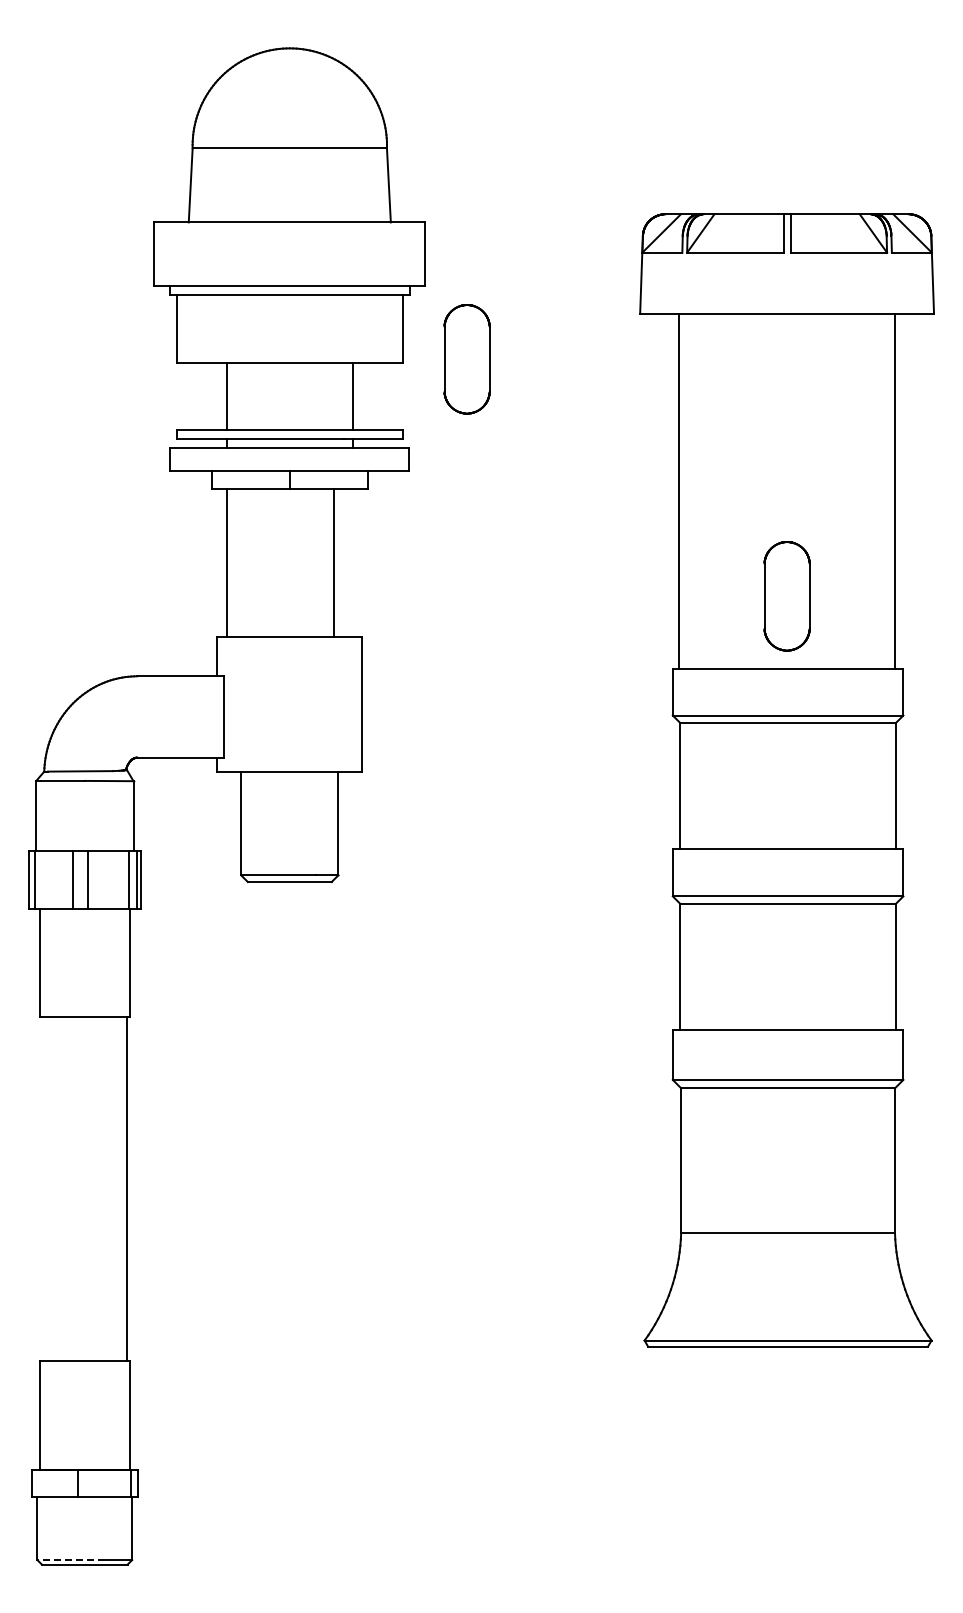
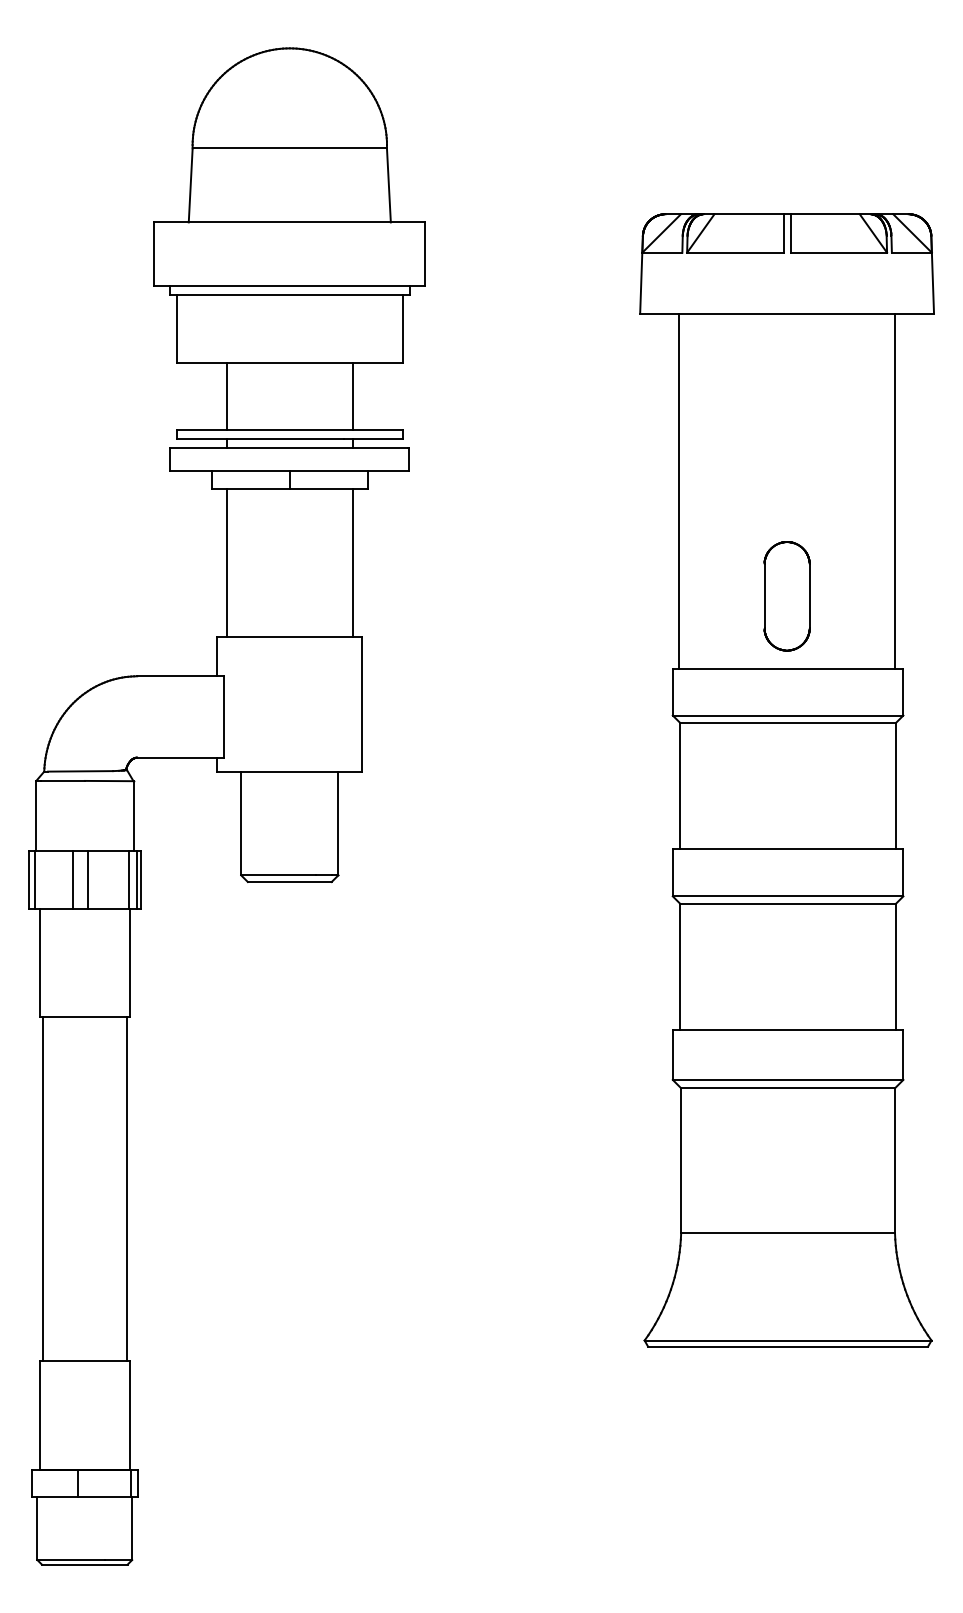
part at (466, 359): present -> none
line at (334, 562) position: (334, 562) -> (353, 562)
line at (42, 1188): none -> present
line at (71, 1560): dashed -> solid
